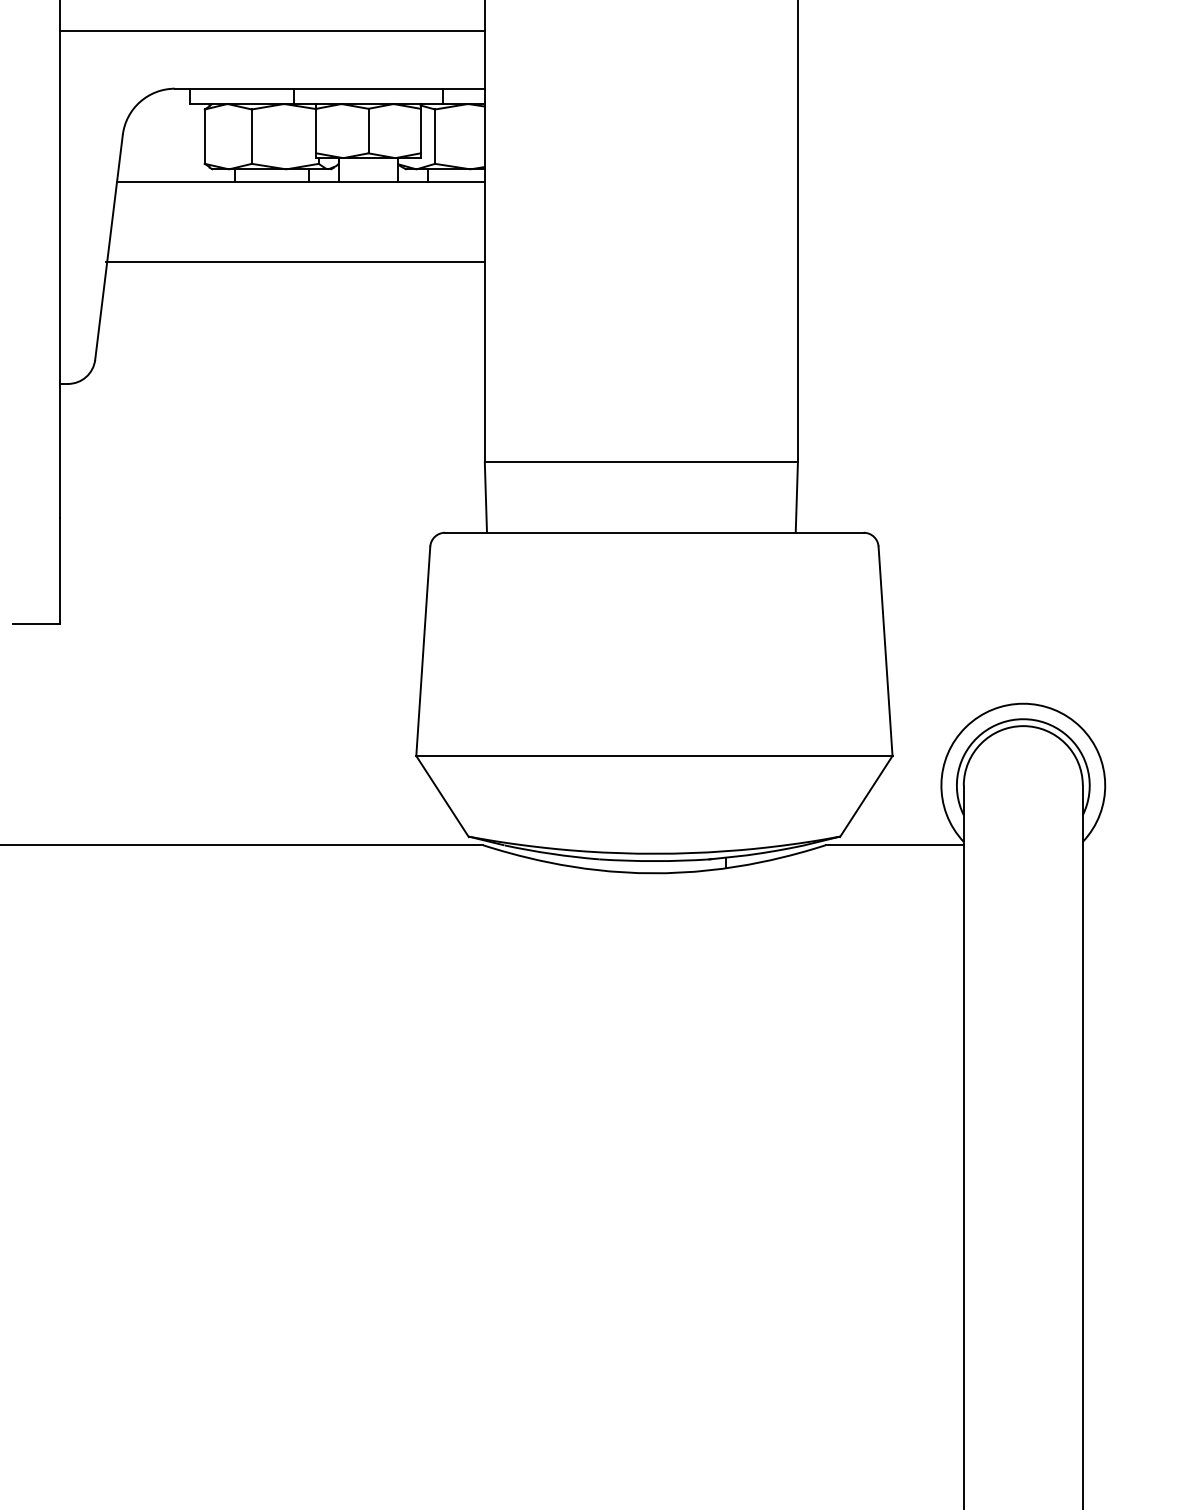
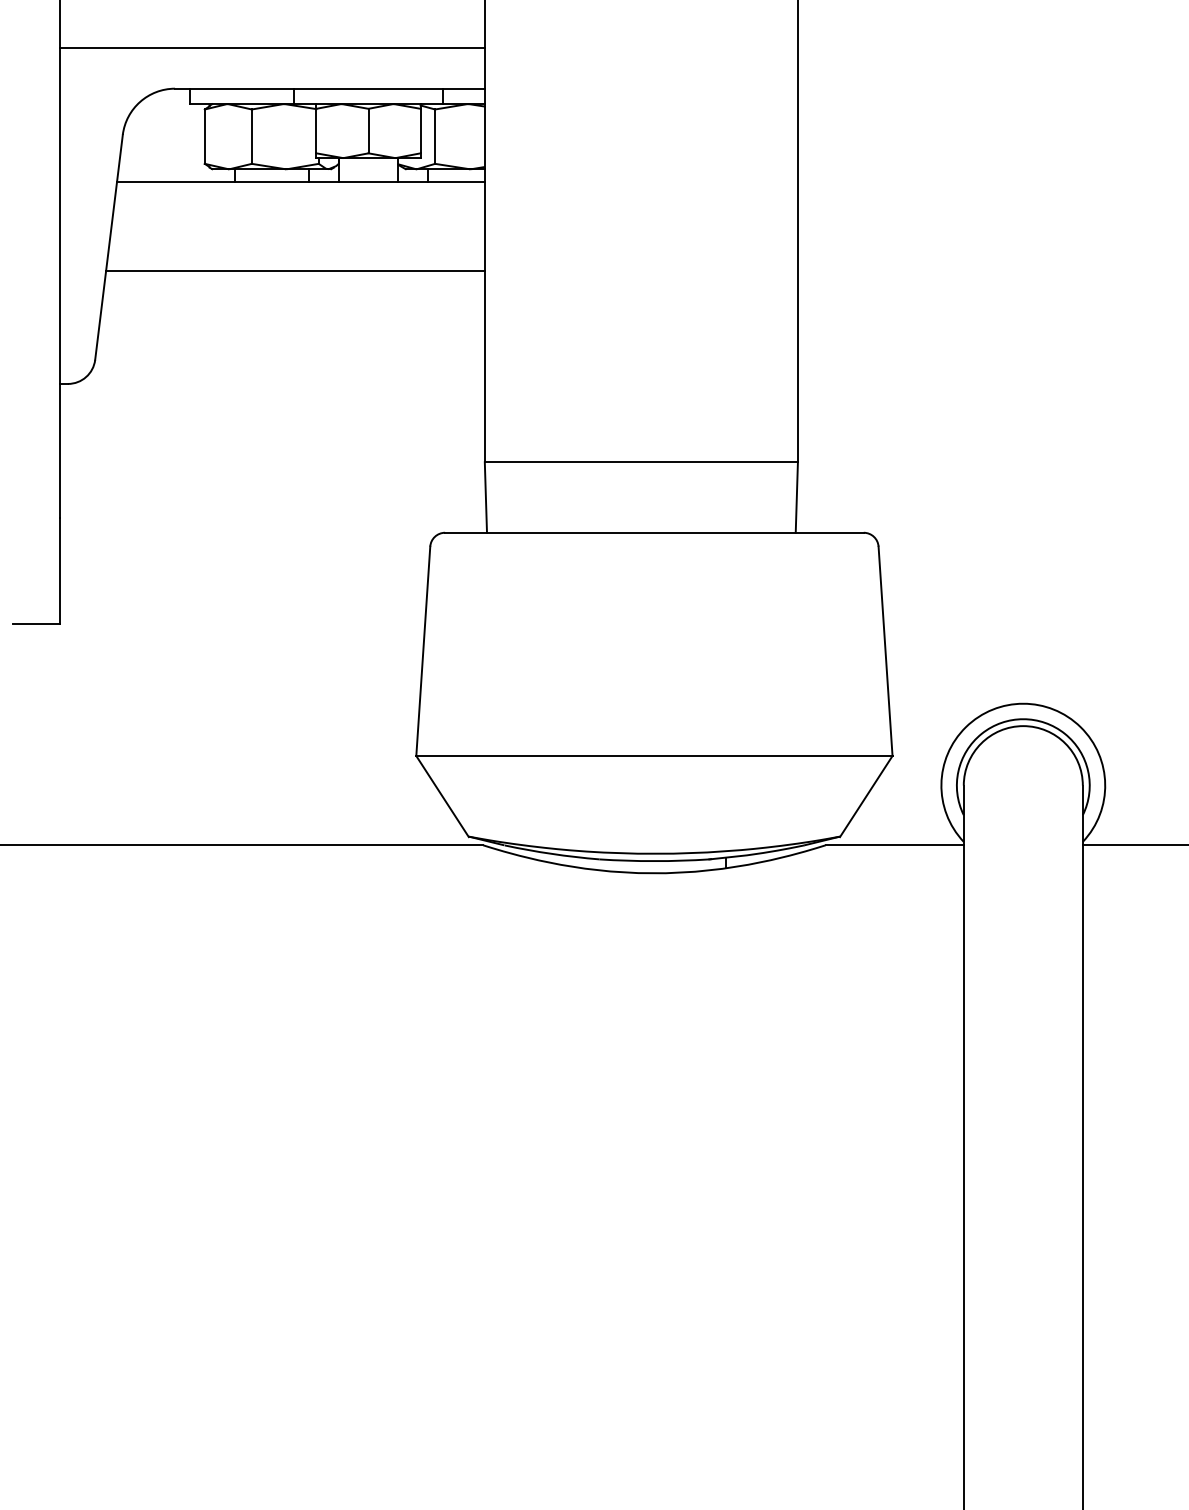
line at (272, 31) position: (272, 31) -> (272, 48)
line at (295, 262) position: (295, 262) -> (295, 271)
line at (1133, 845): none -> present
